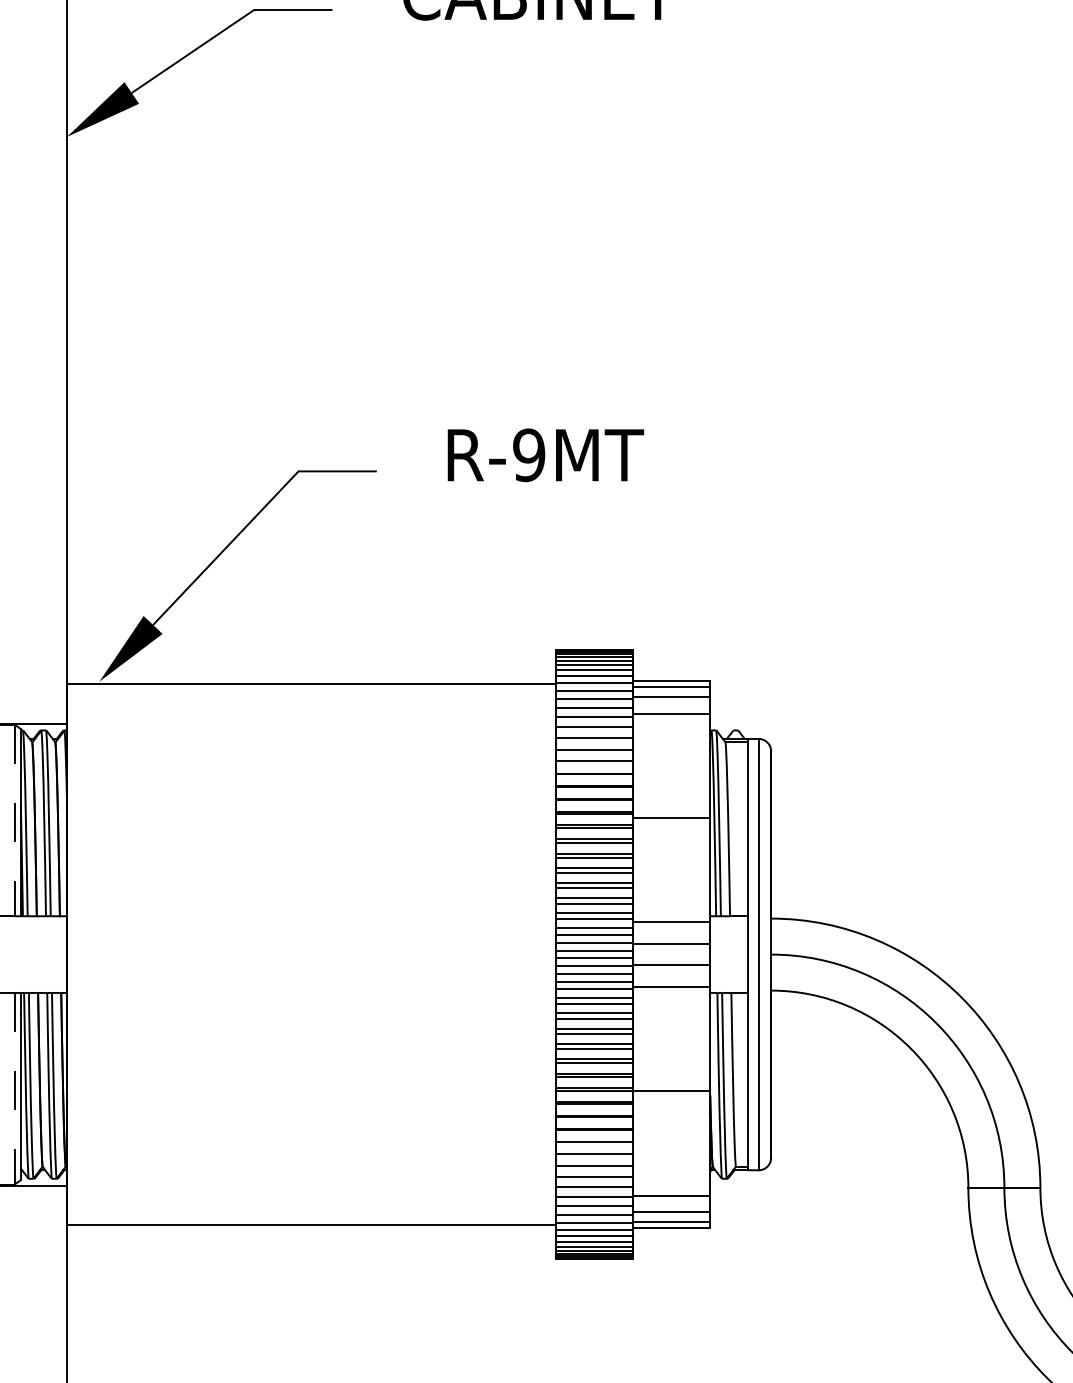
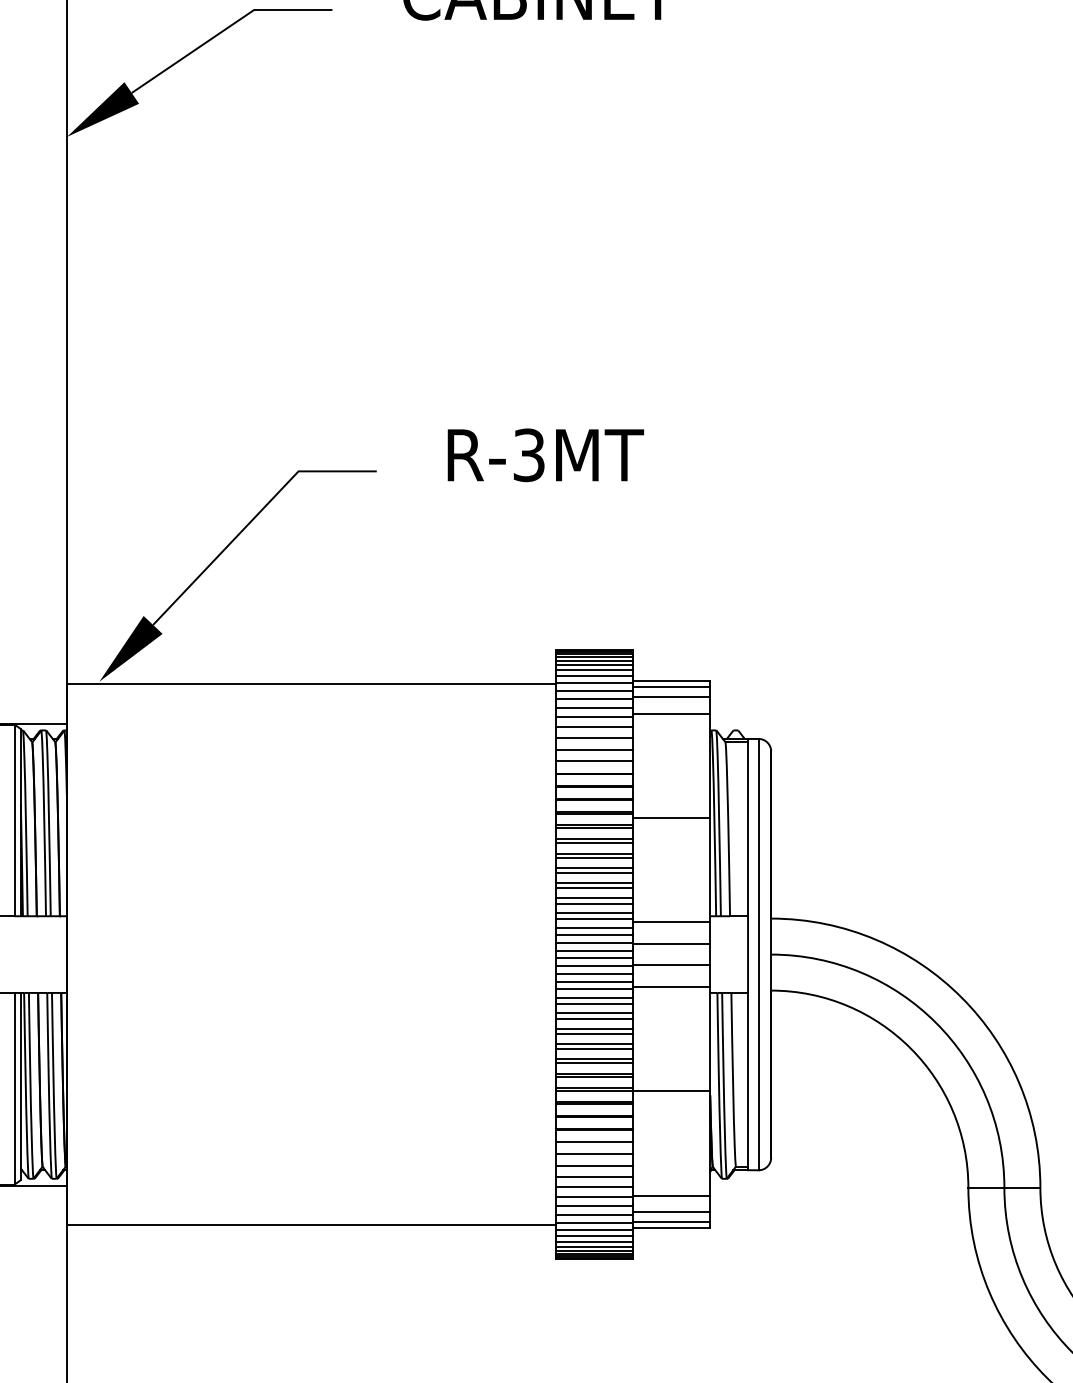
text at (529, 455): R-9MT -> R-3MT
line at (14, 820): dashed -> solid
line at (14, 1088): dashed -> solid
